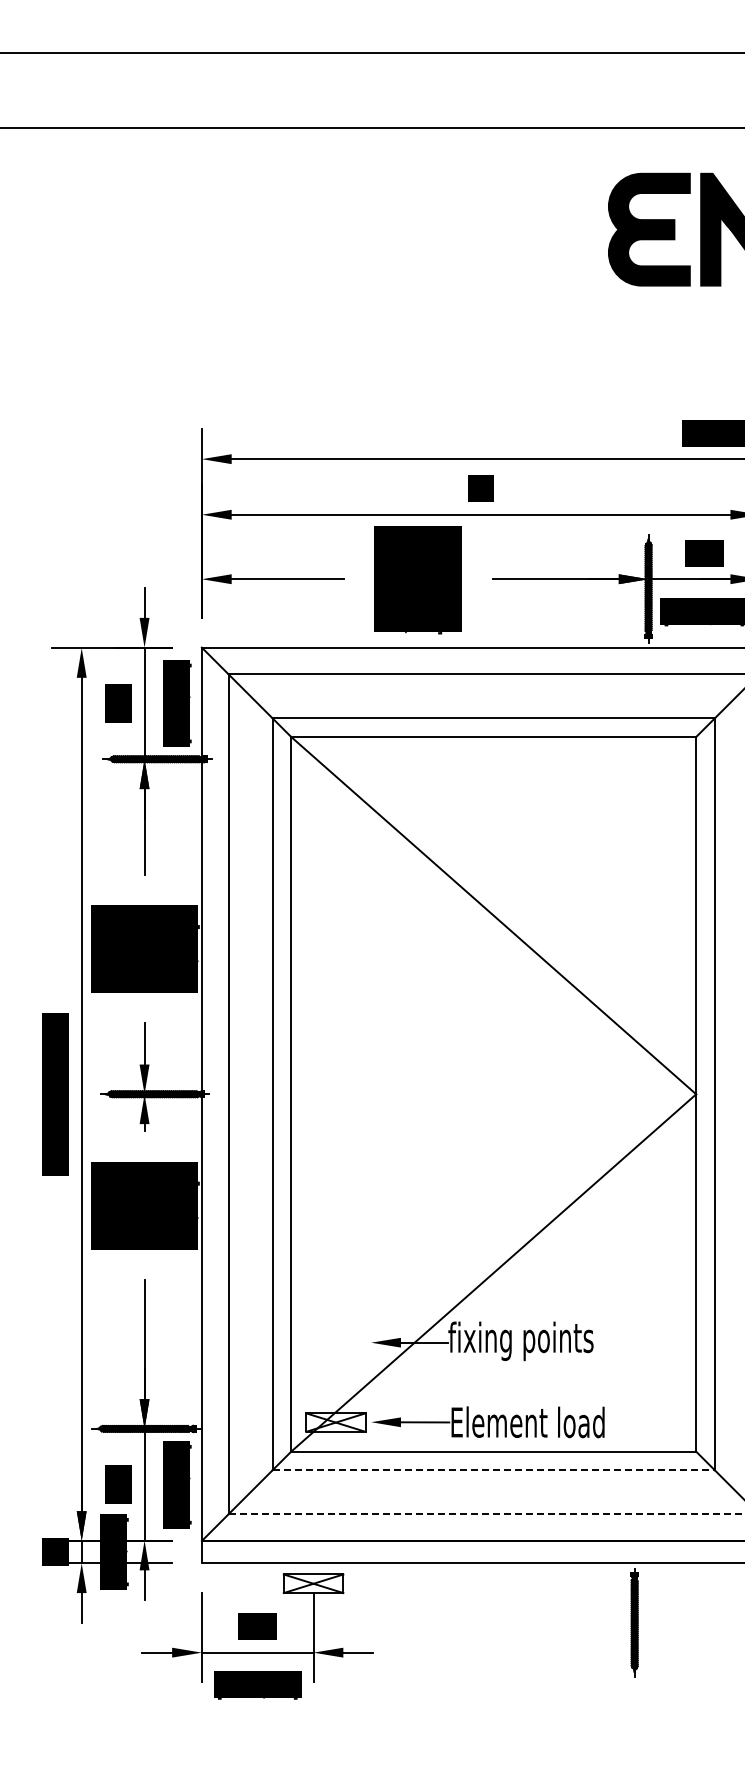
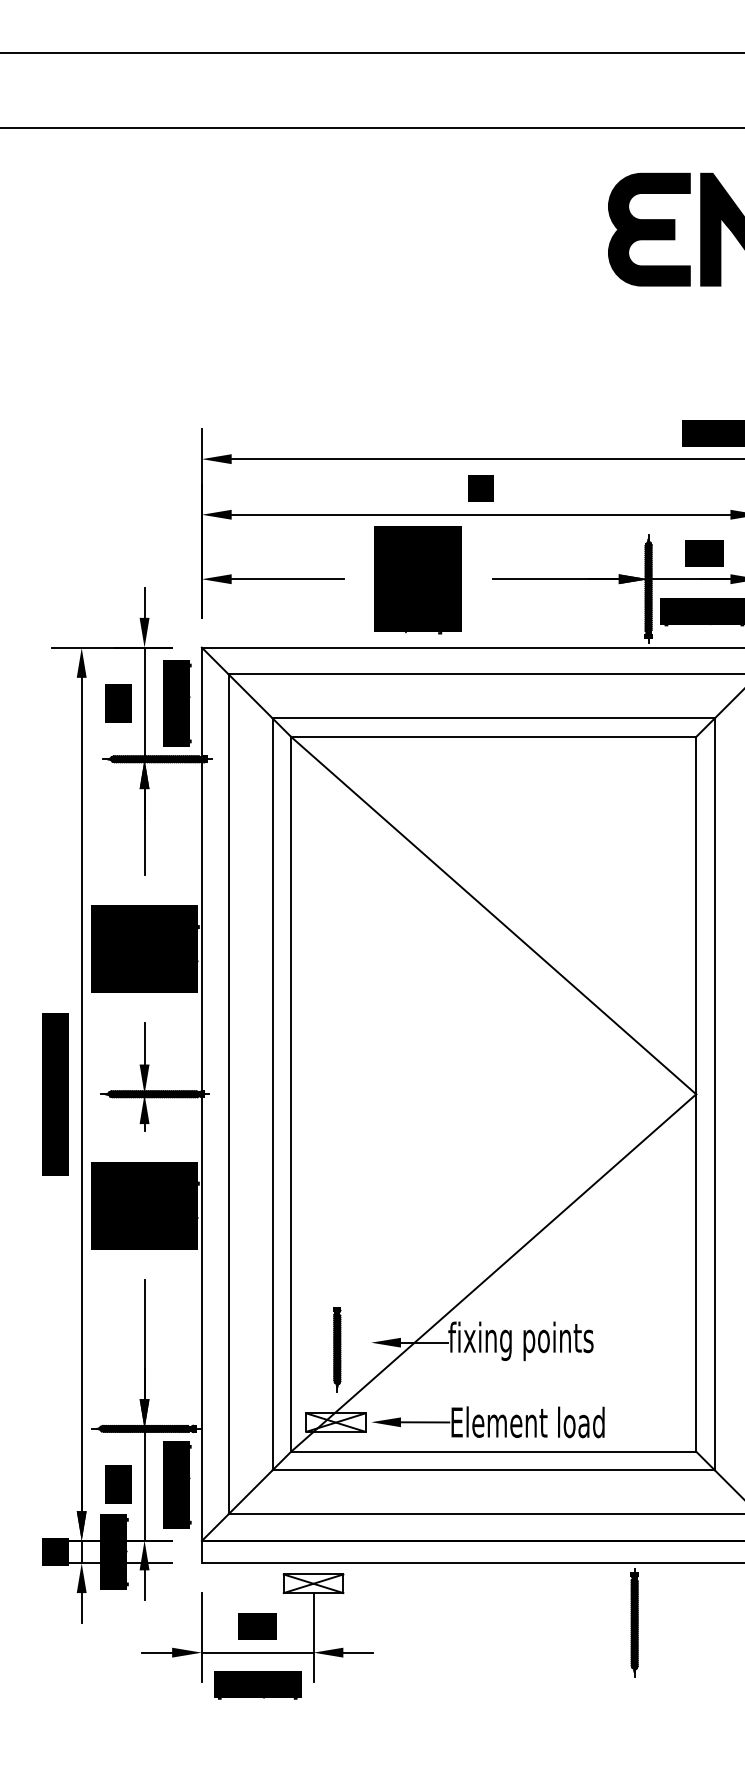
part at (337, 1349): none -> present
line at (494, 1470): dashed -> solid
line at (487, 1514): dashed -> solid
